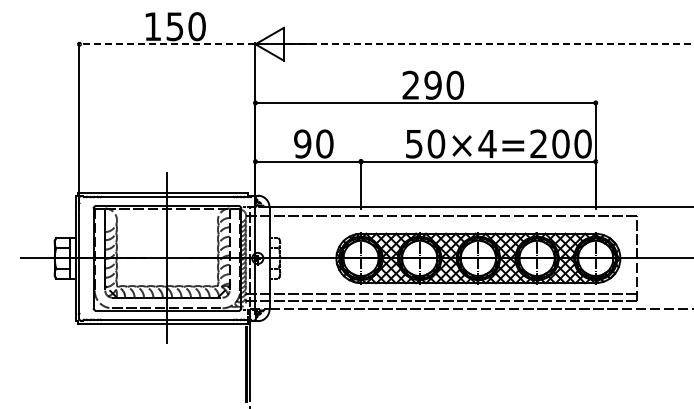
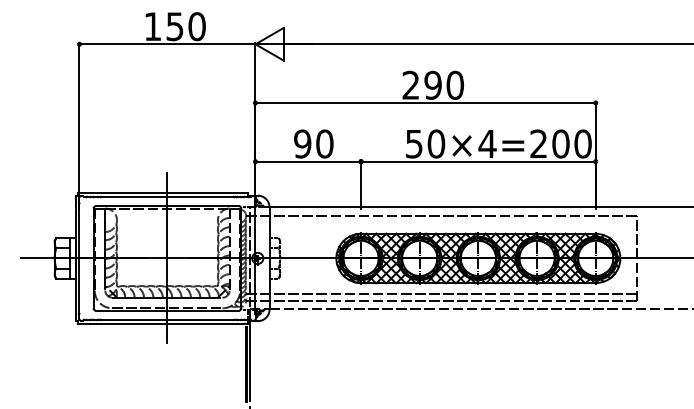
line at (167, 44): dashed -> solid
line at (491, 44): dashed -> solid
